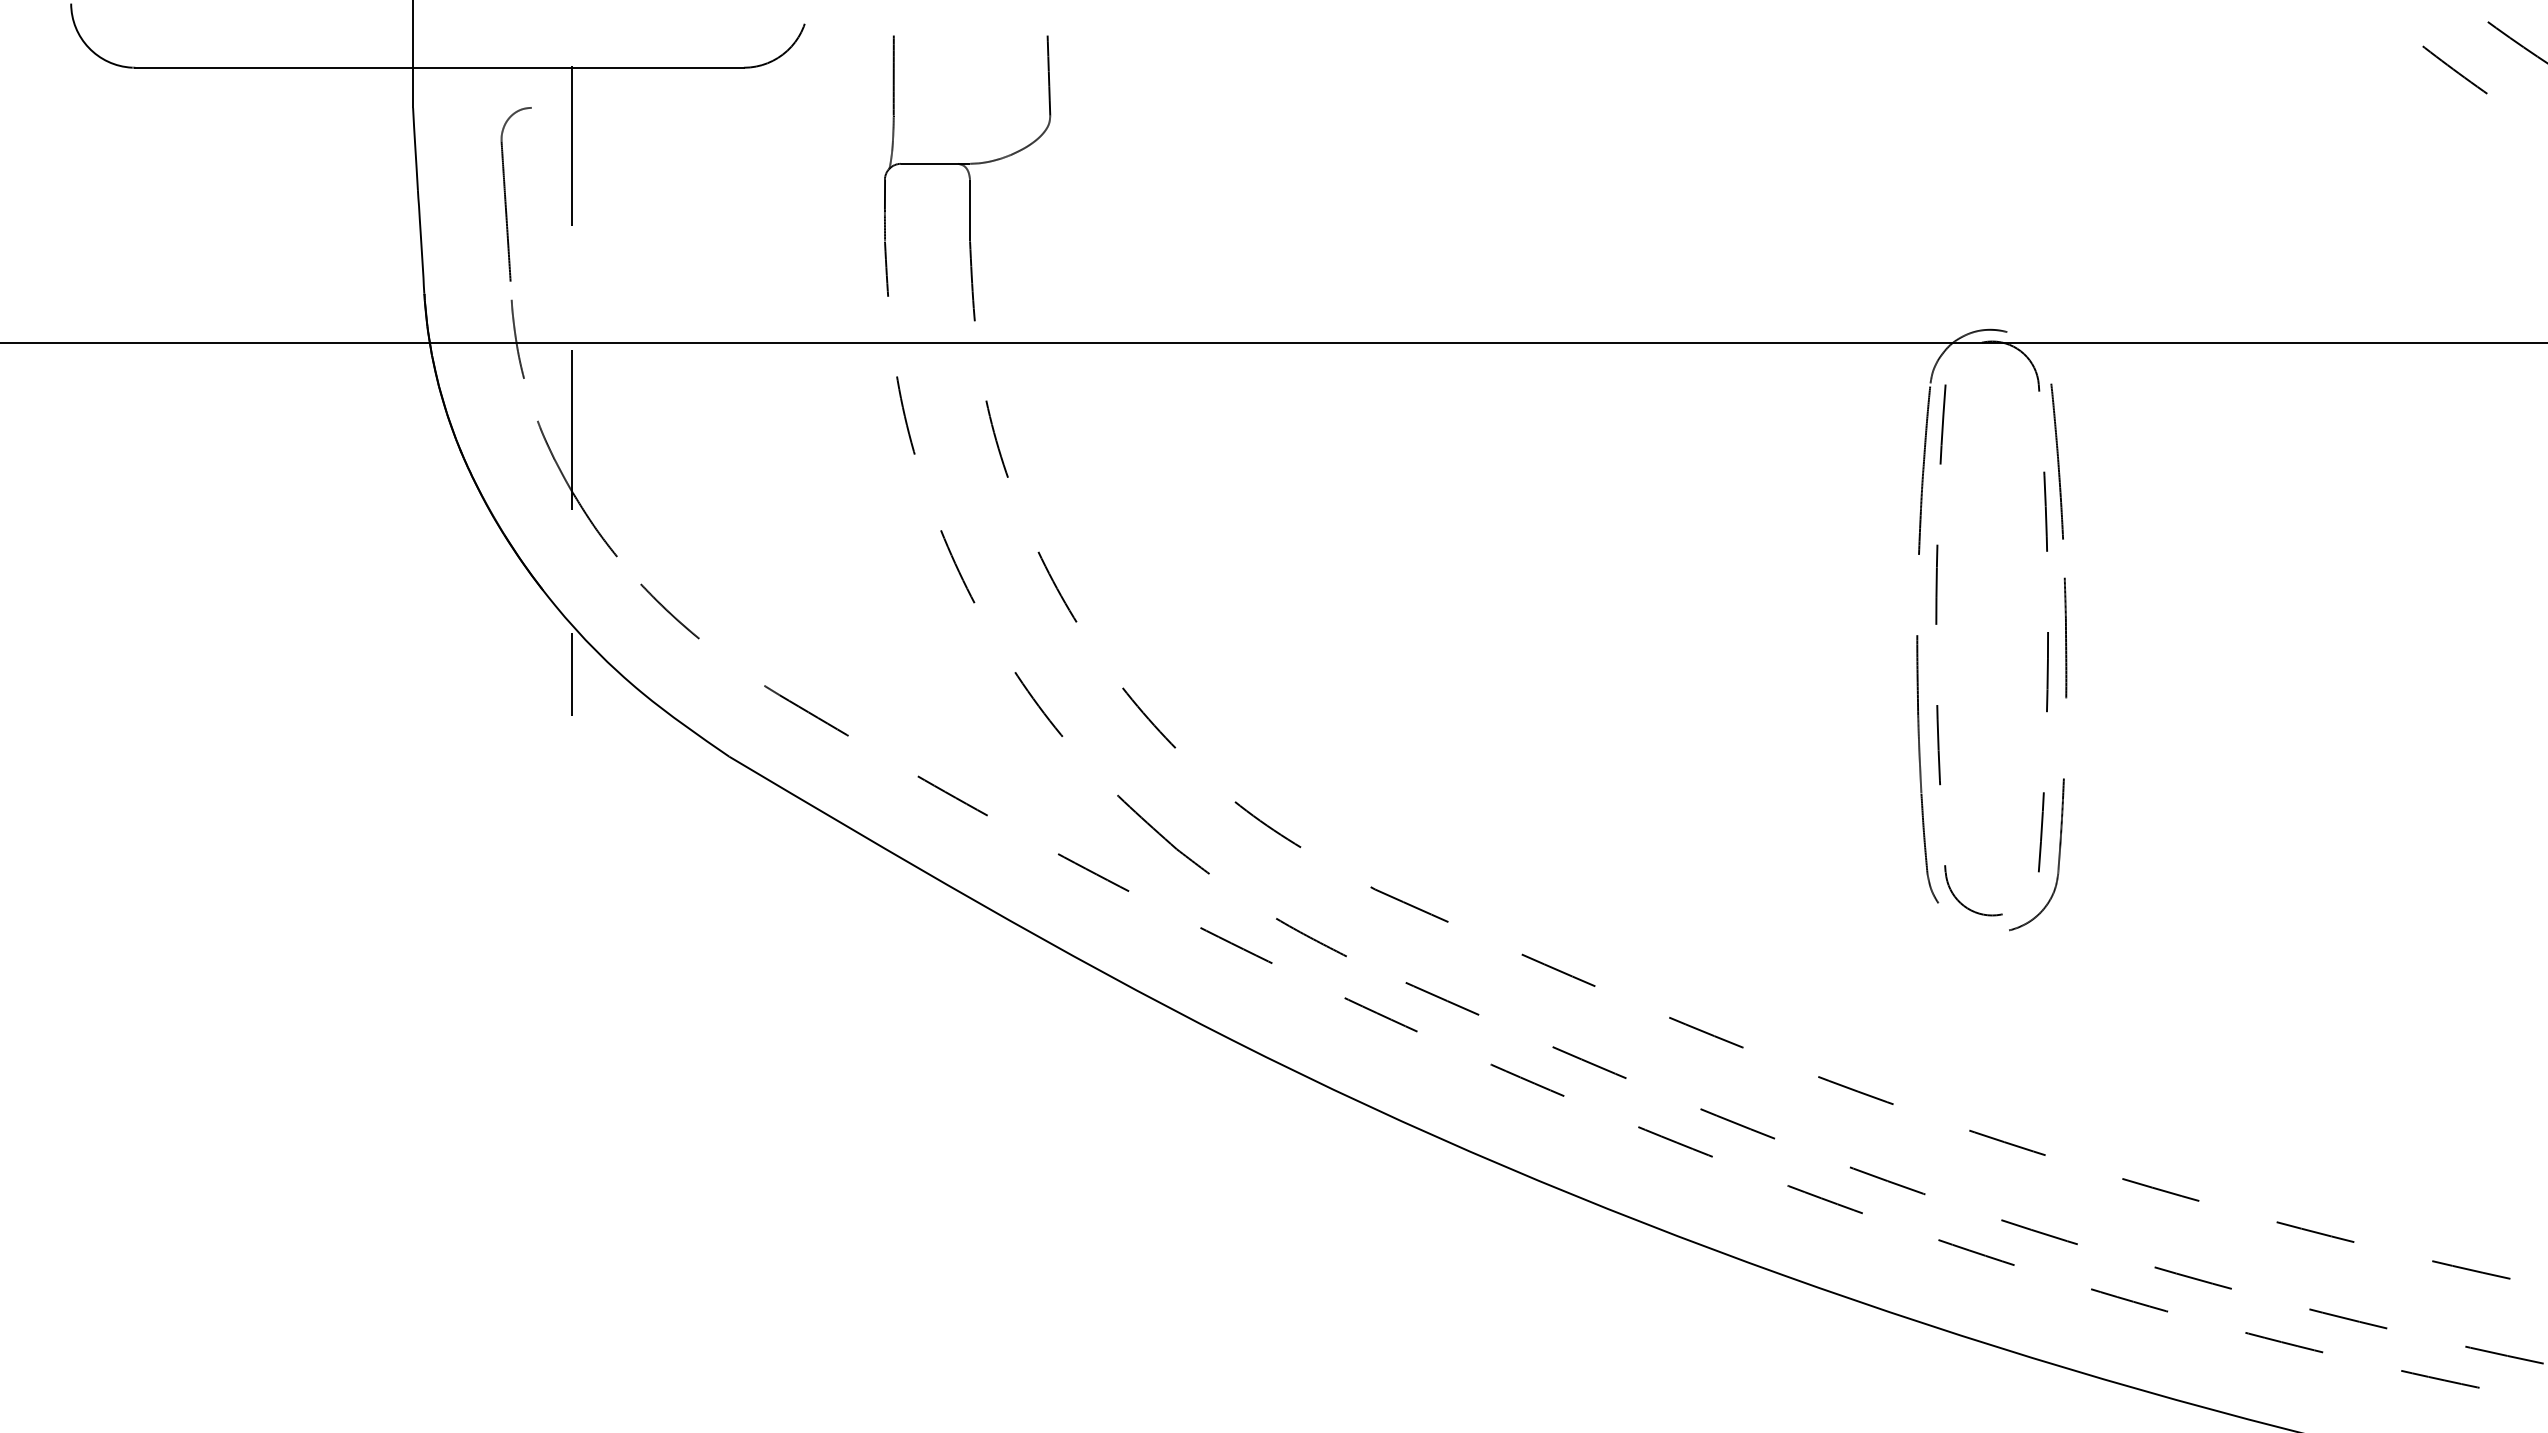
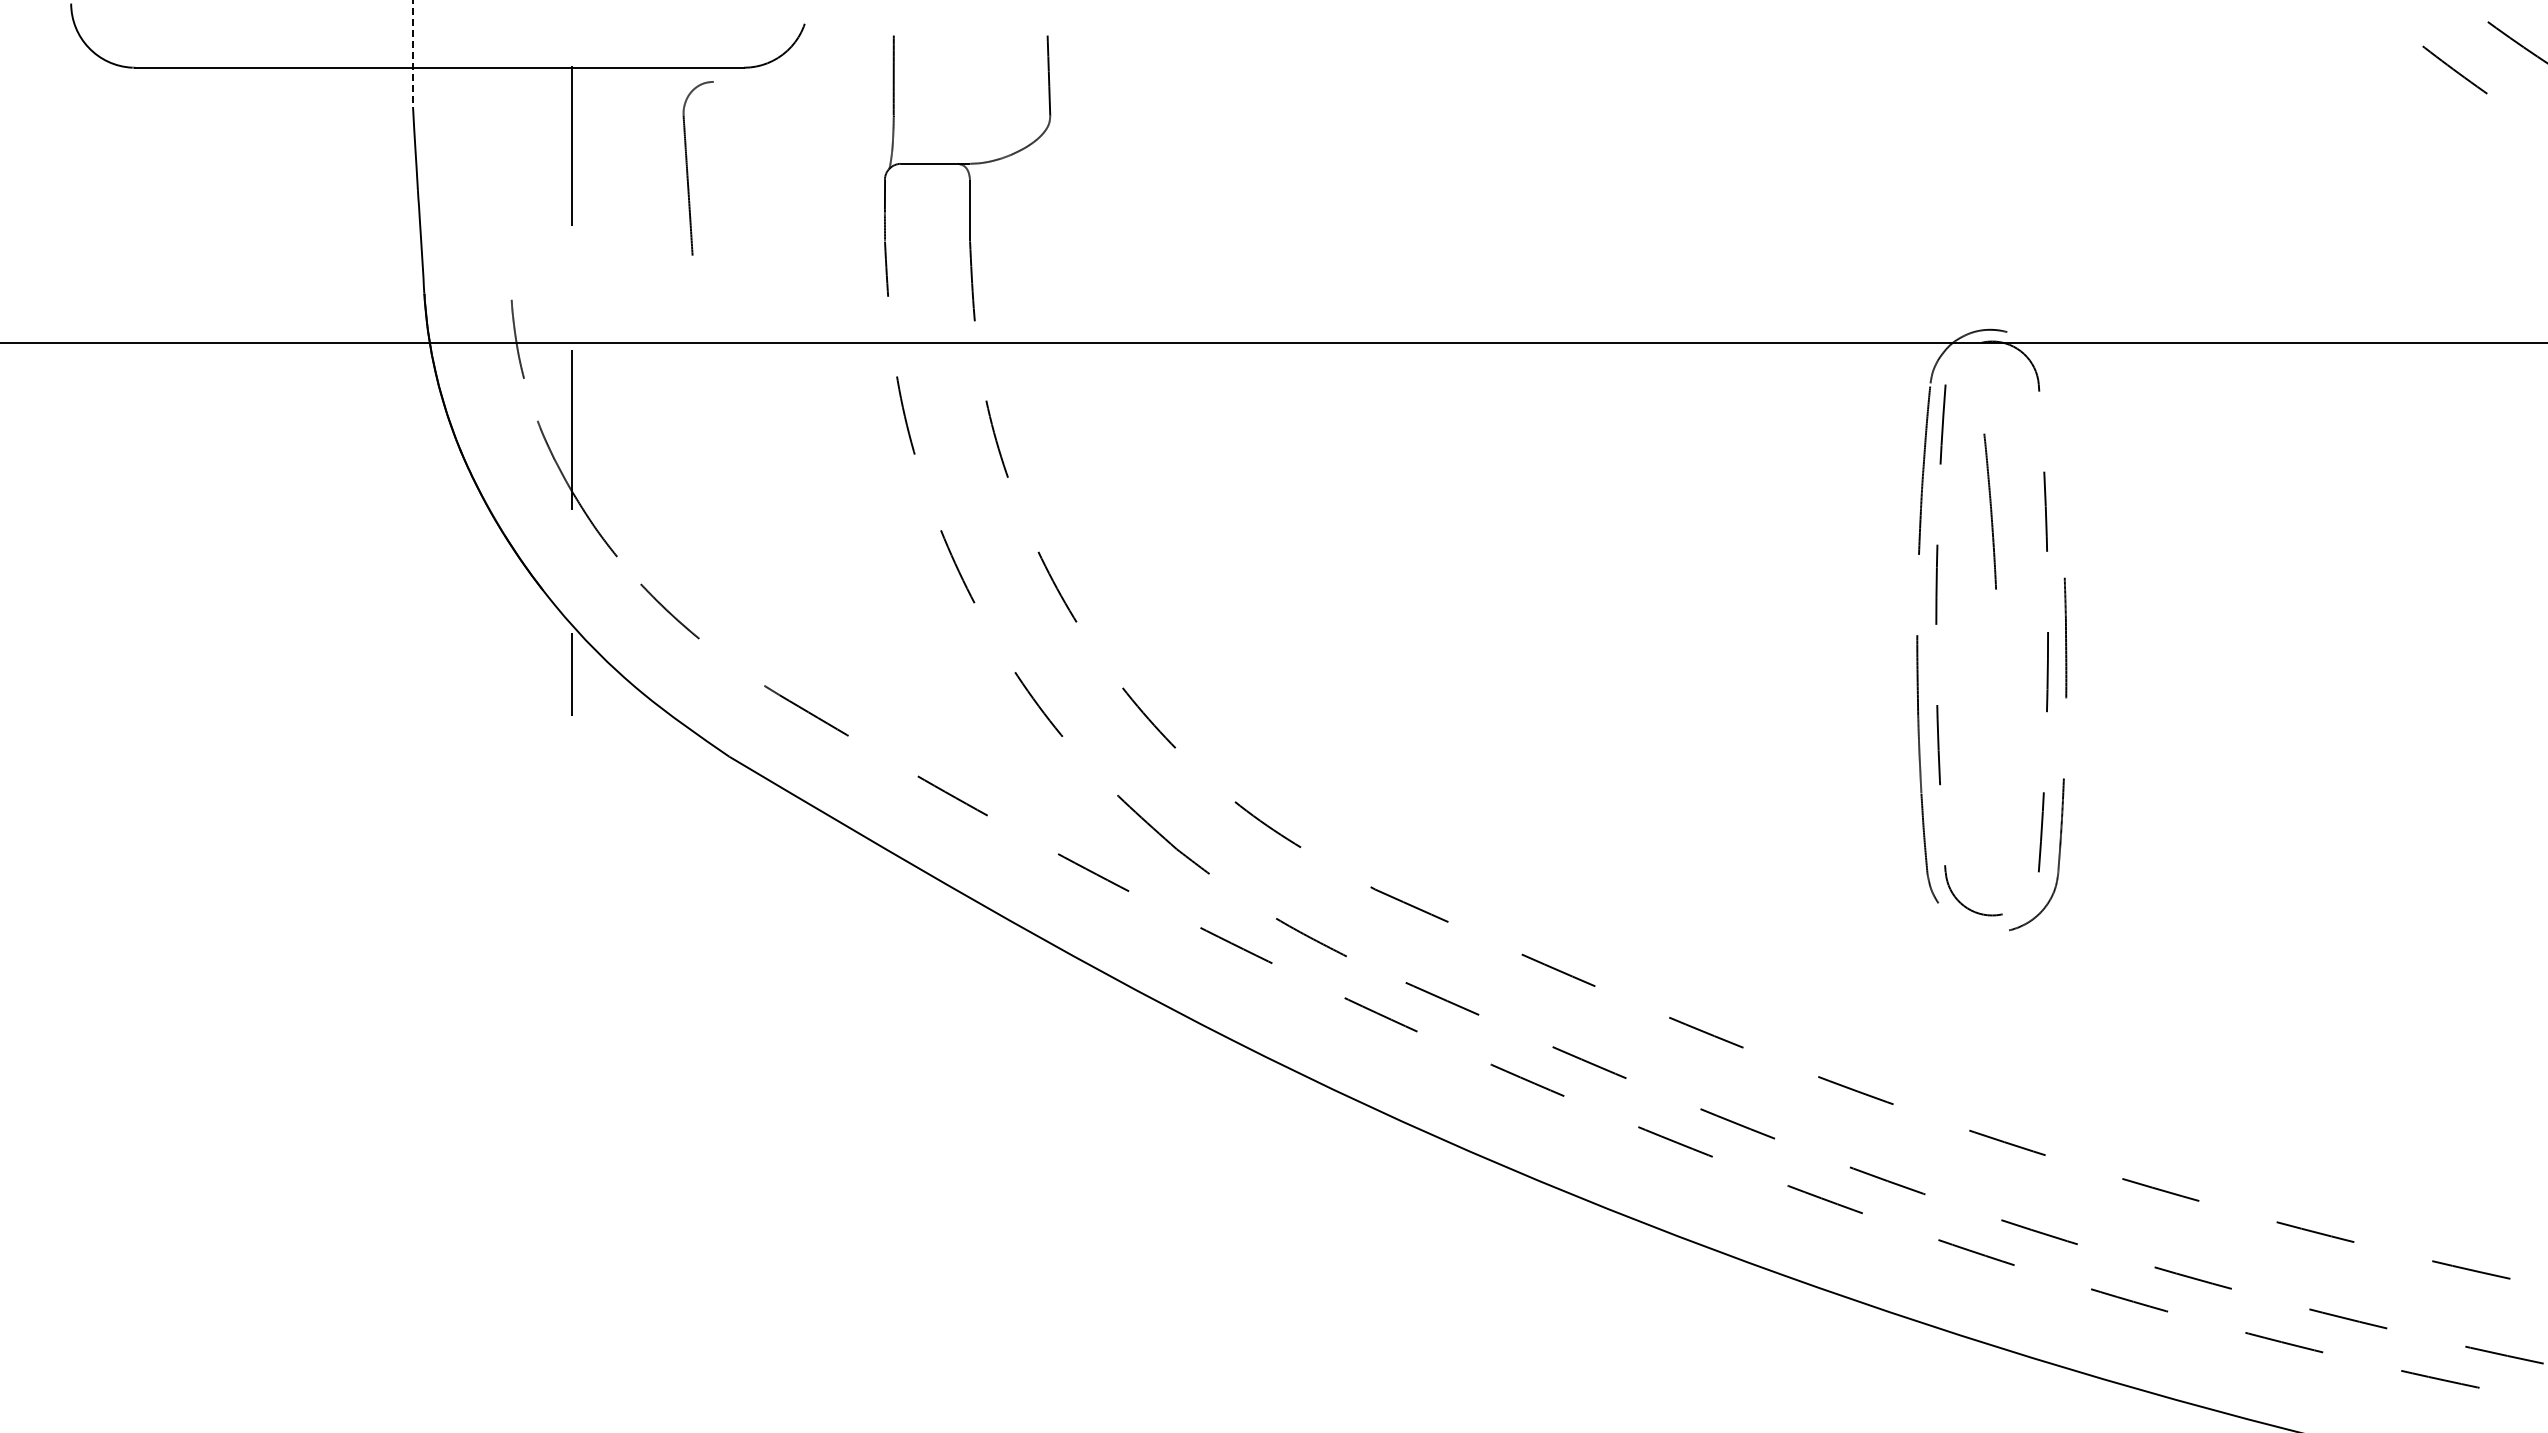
line at (413, 54): solid -> dashed
part at (506, 197) position: (506, 197) -> (688, 171)
part at (2056, 461) position: (2056, 461) -> (1989, 511)
